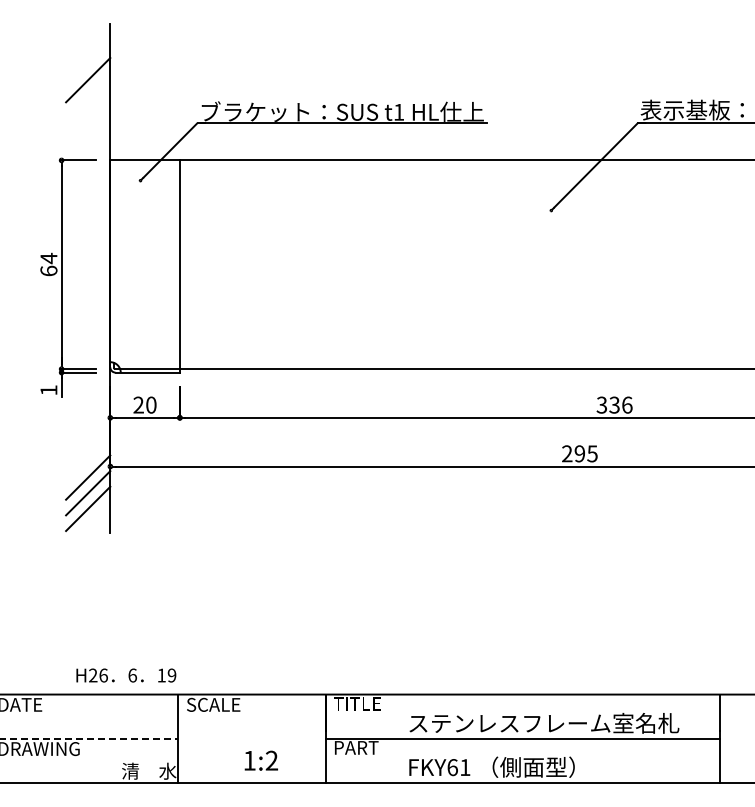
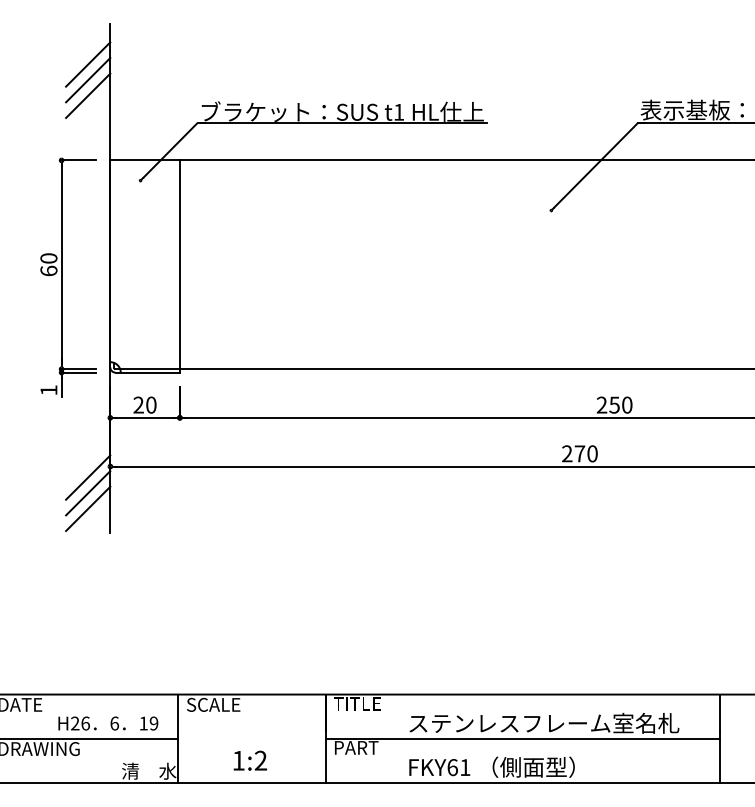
line at (88, 64): none -> present
line at (88, 95): none -> present
text at (48, 258): 64 -> 60
text at (614, 404): 336 -> 250
text at (585, 453): 295 -> 270
text at (126, 675) position: (126, 675) -> (108, 723)
line at (89, 738): dashed -> solid
text at (260, 760) position: (260, 760) -> (249, 760)
